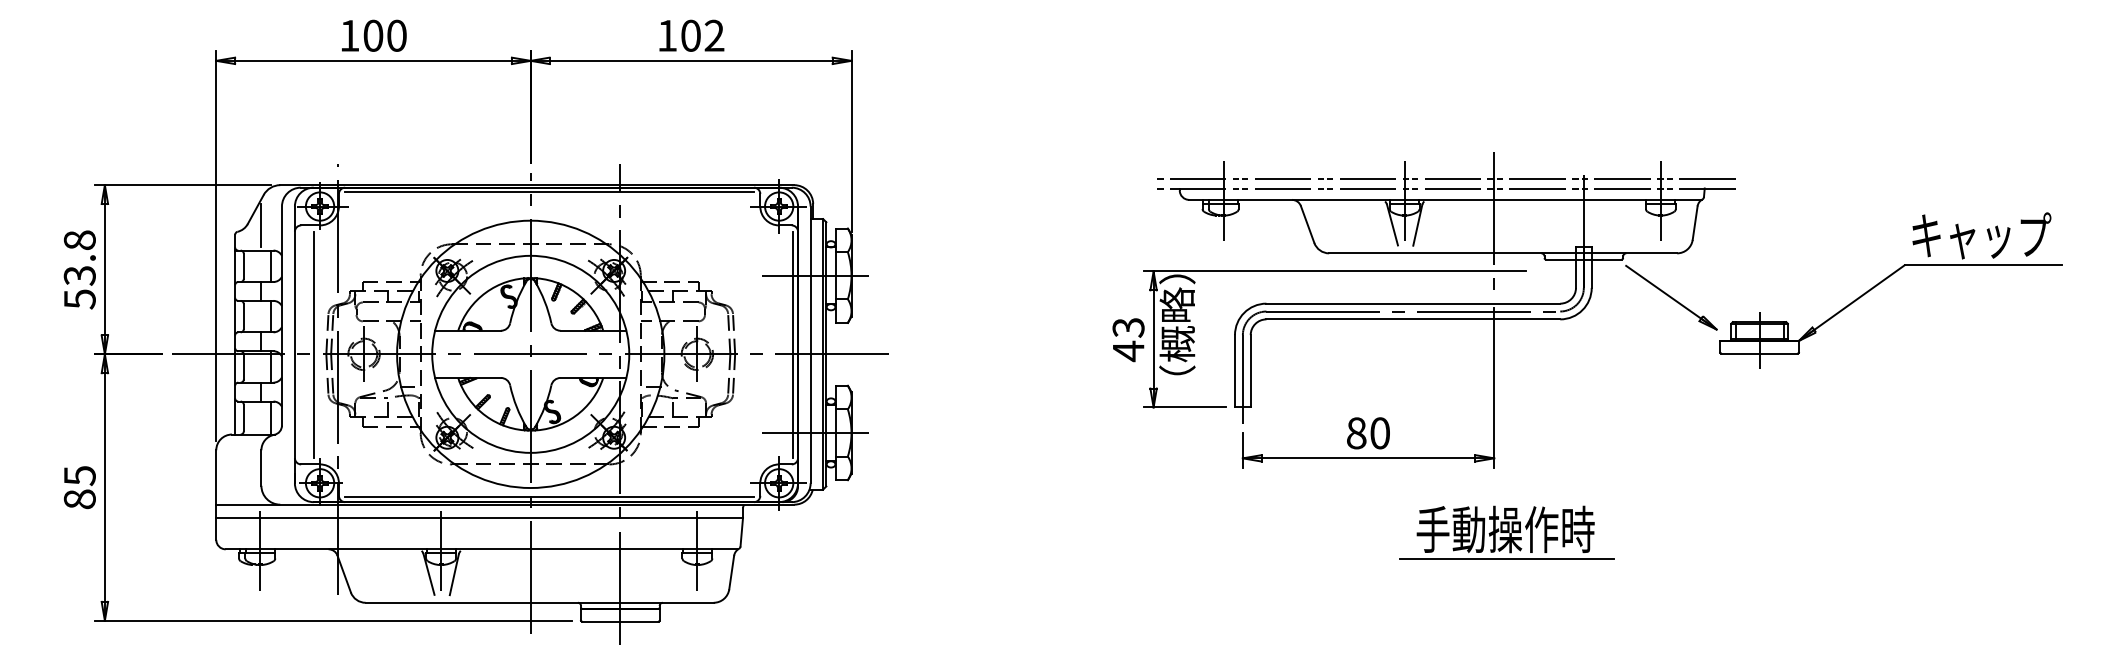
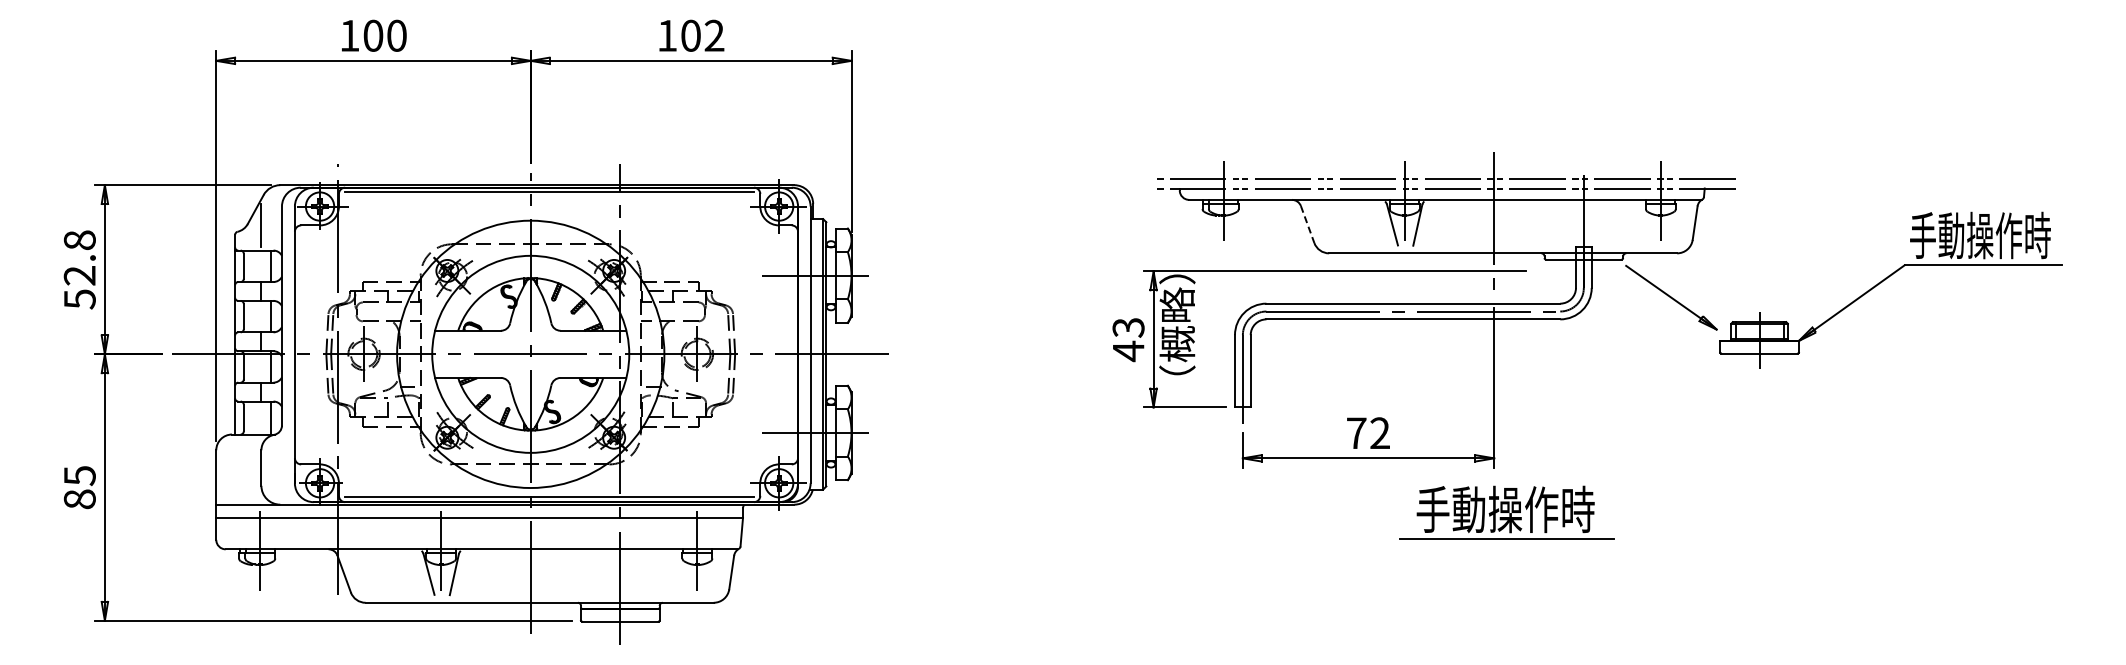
line at (1307, 224): solid -> dashed
text at (1980, 235): キャップ -> 手動操作時
text at (79, 275): 53.8 -> 52.8
line at (314, 344): present -> none
line at (793, 344): present -> none
text at (1368, 433): 80 -> 72
part at (1506, 532) position: (1506, 532) -> (1506, 512)
